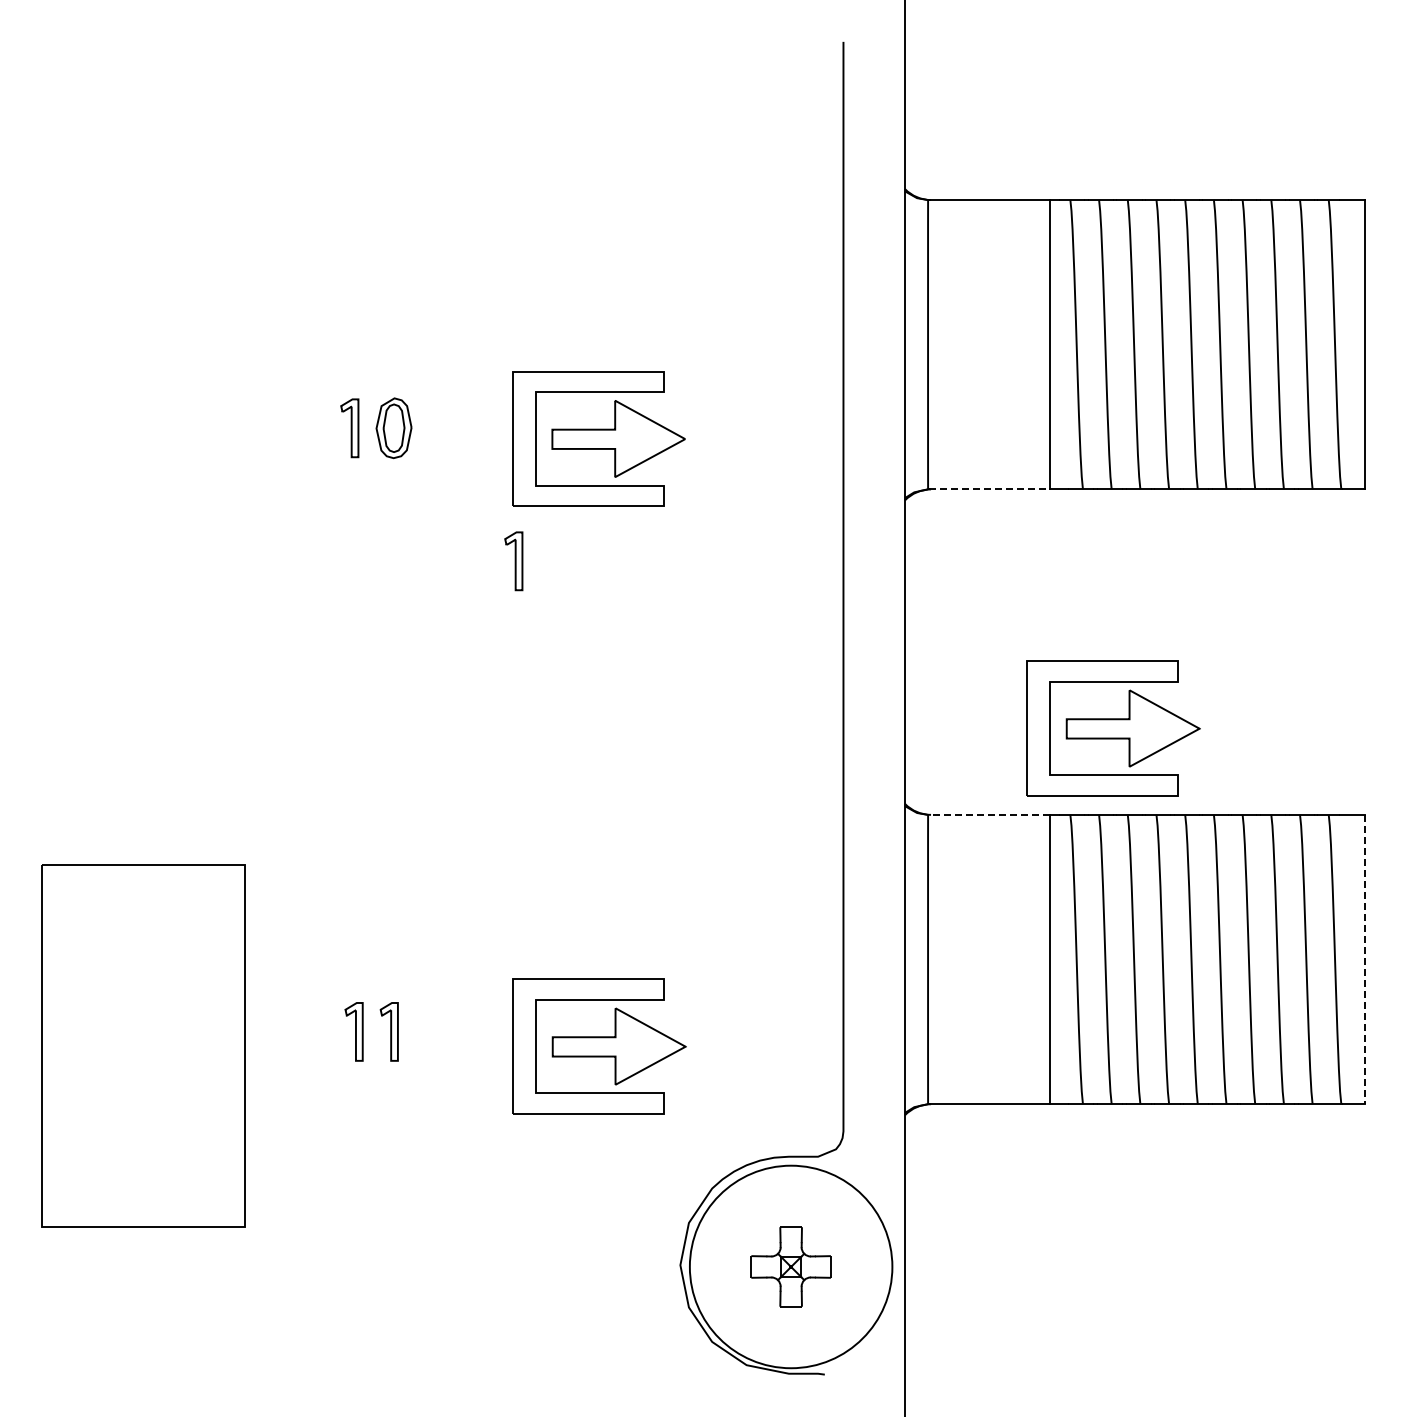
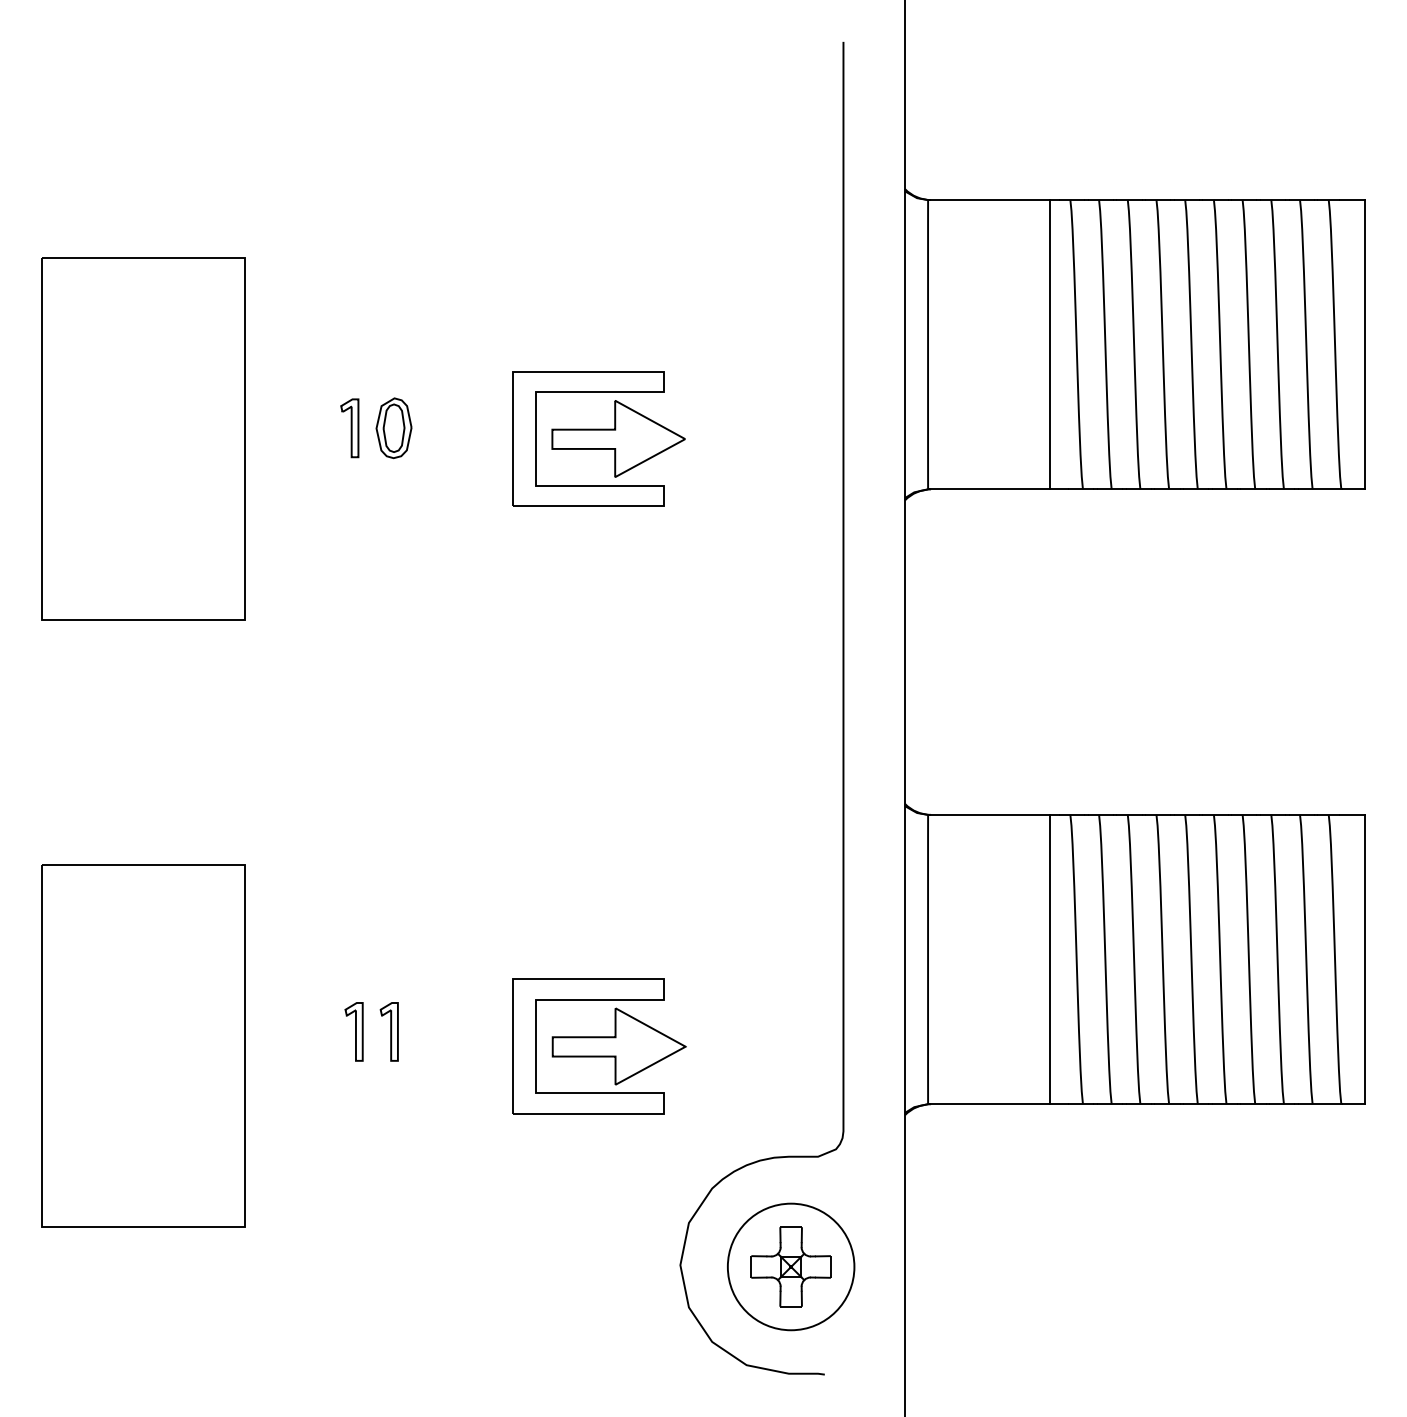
part at (143, 438): none -> present
line at (989, 489): dashed -> solid
part at (513, 561): present -> none
part at (1113, 728): present -> none
line at (989, 814): dashed -> solid
line at (1365, 959): dashed -> solid
circle at (790, 1266) diameter: 203 px -> 127 px
